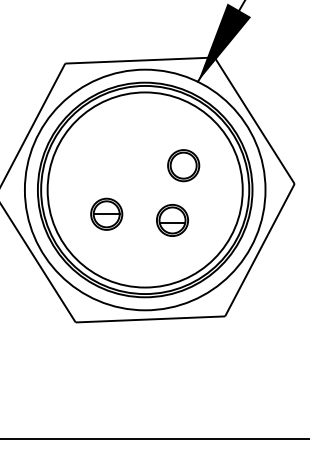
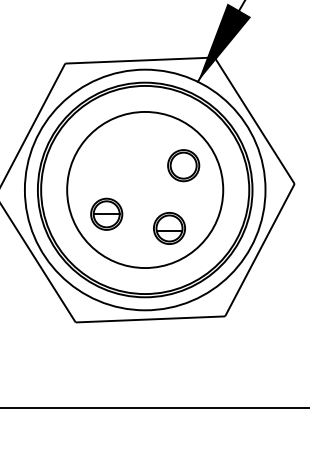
circle at (144, 189) diameter: 195 px -> 156 px
part at (172, 220) position: (172, 220) -> (169, 228)
line at (154, 439) position: (154, 439) -> (154, 408)
